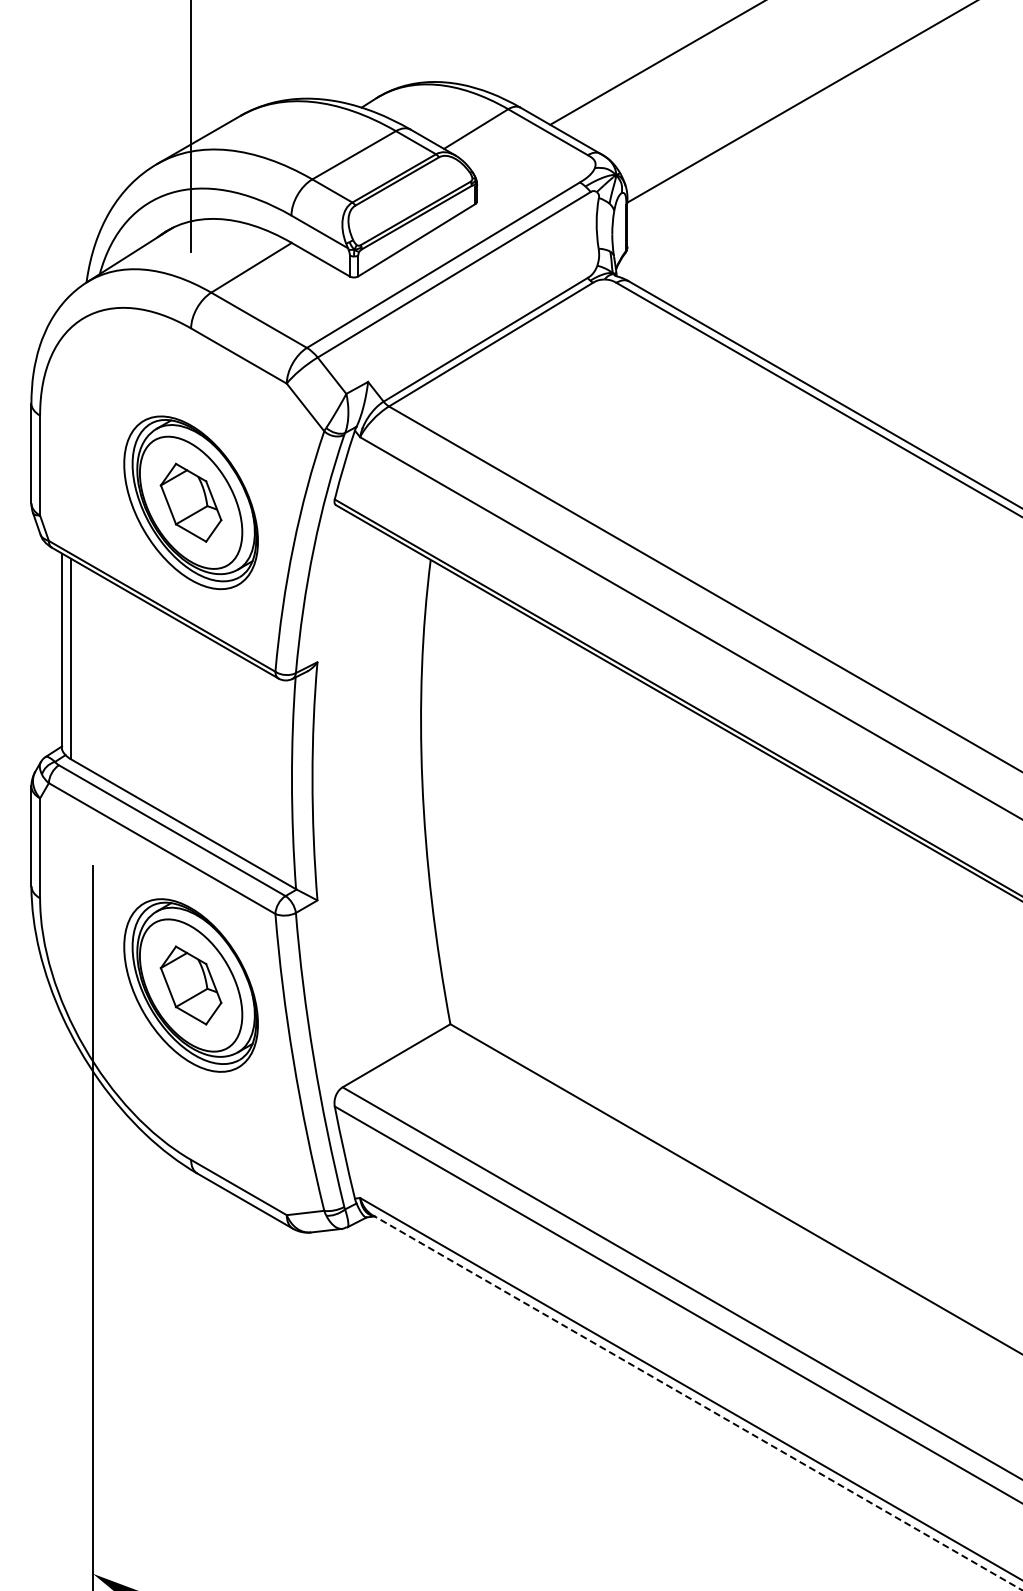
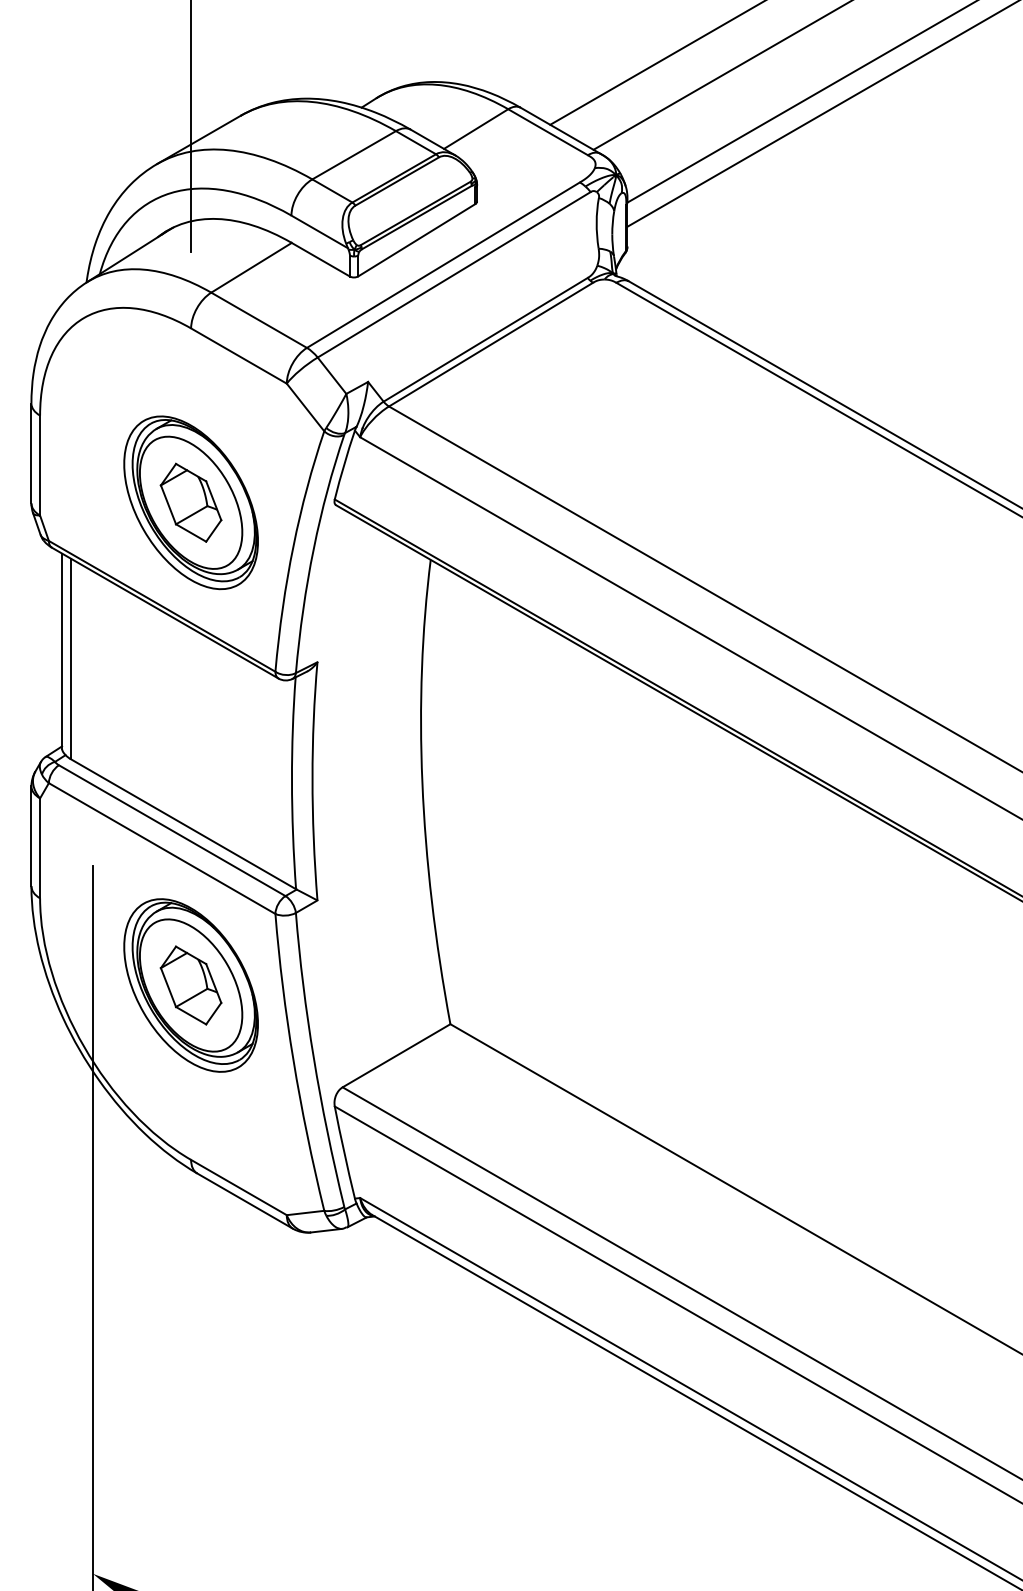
line at (721, 75): none -> present
line at (821, 114): none -> present
line at (697, 1402): dashed -> solid
